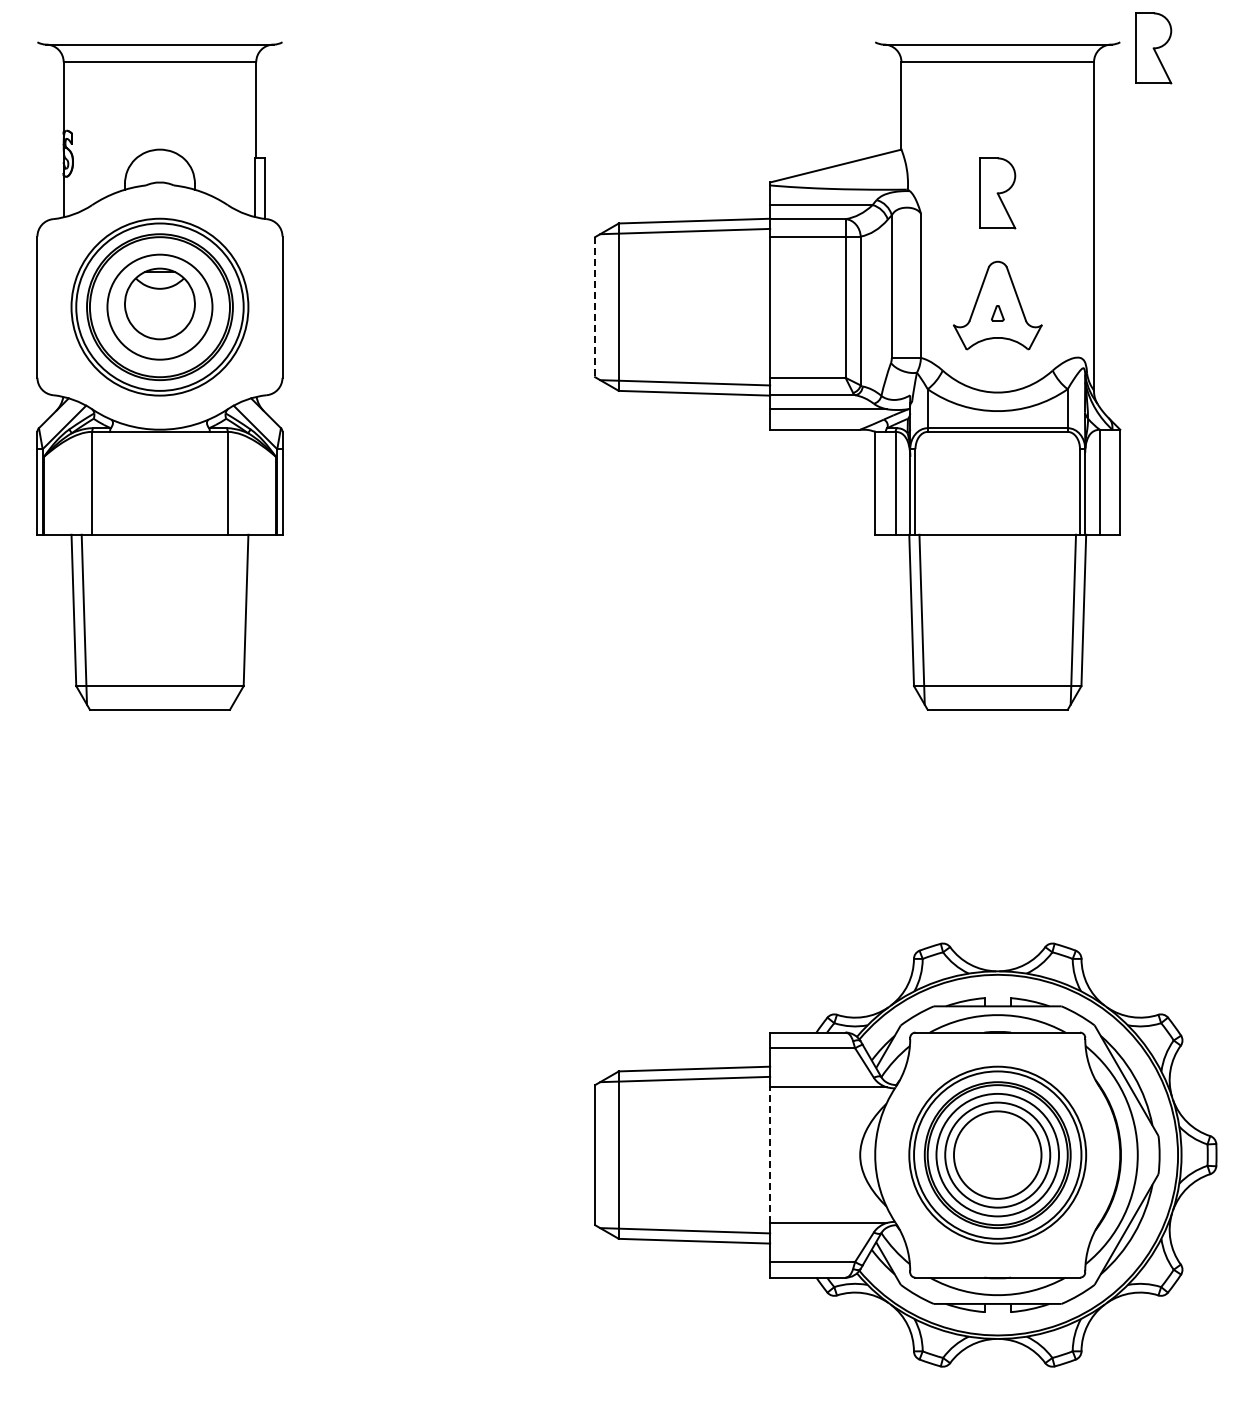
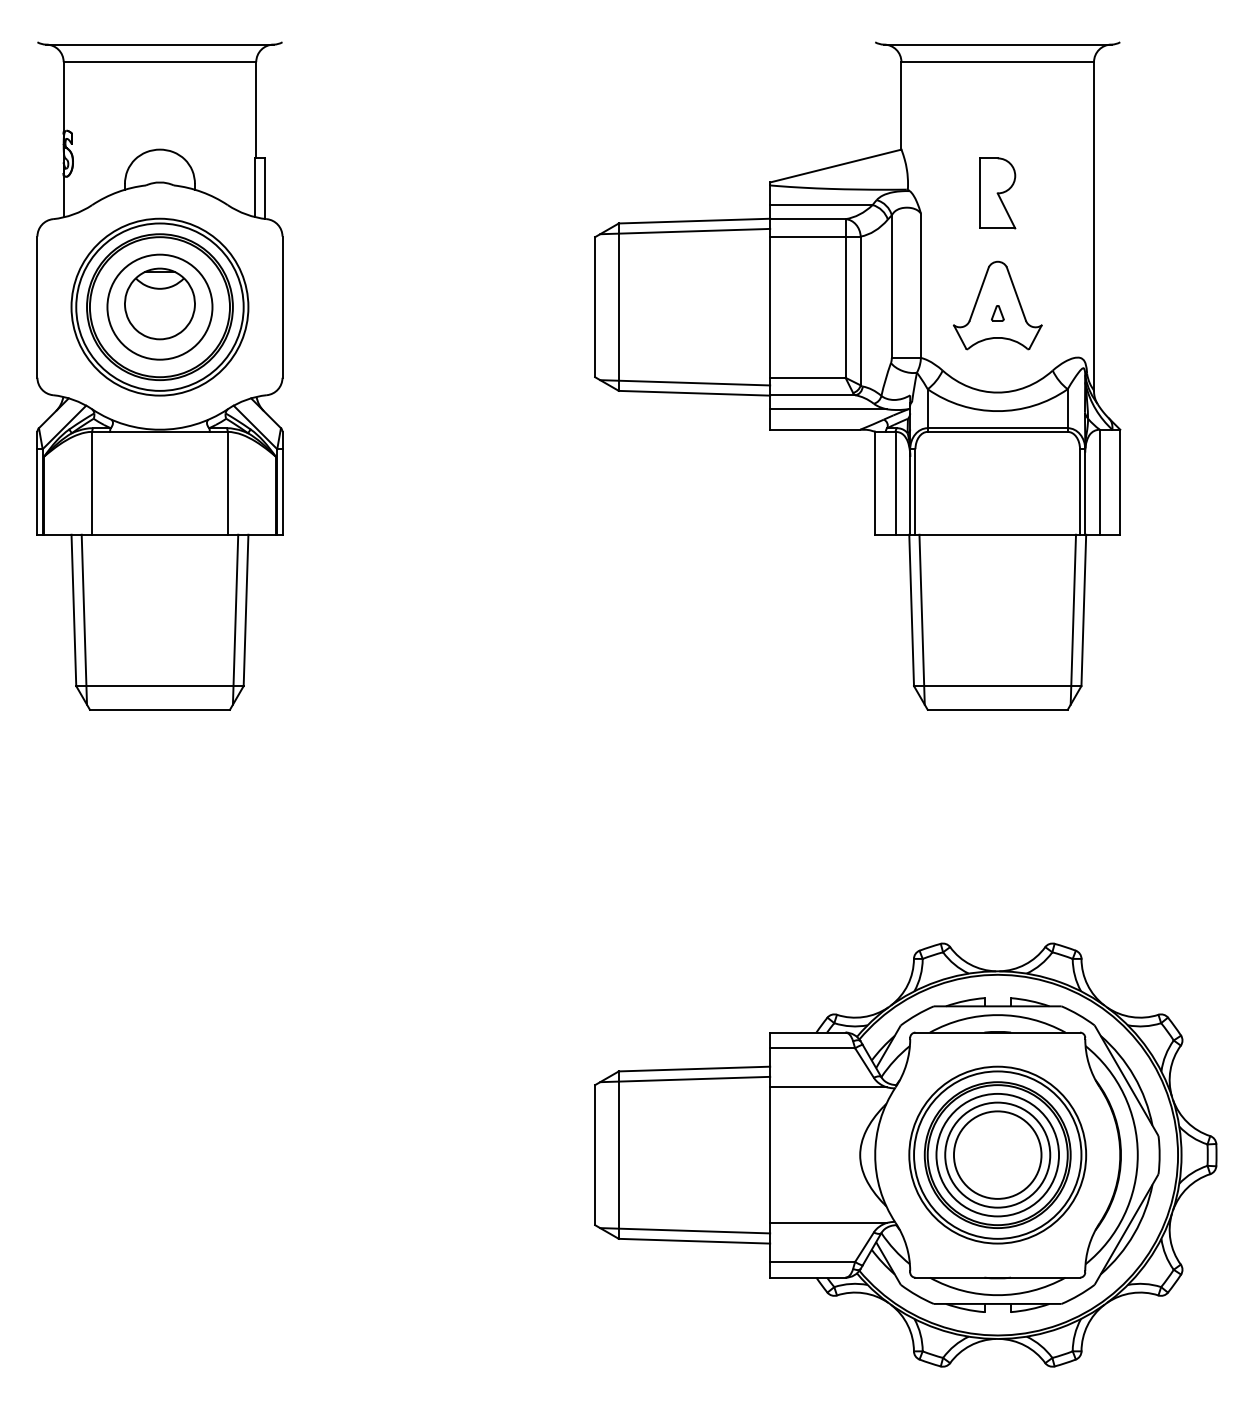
part at (1153, 48): present -> none
line at (595, 307): dashed -> solid
line at (235, 619): none -> present
line at (770, 1155): dashed -> solid
